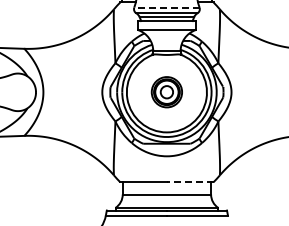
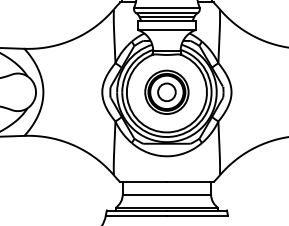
line at (166, 7): dashed -> solid
part at (166, 92) size: 33x33 px -> 46x46 px
line at (189, 182): dashed -> solid
